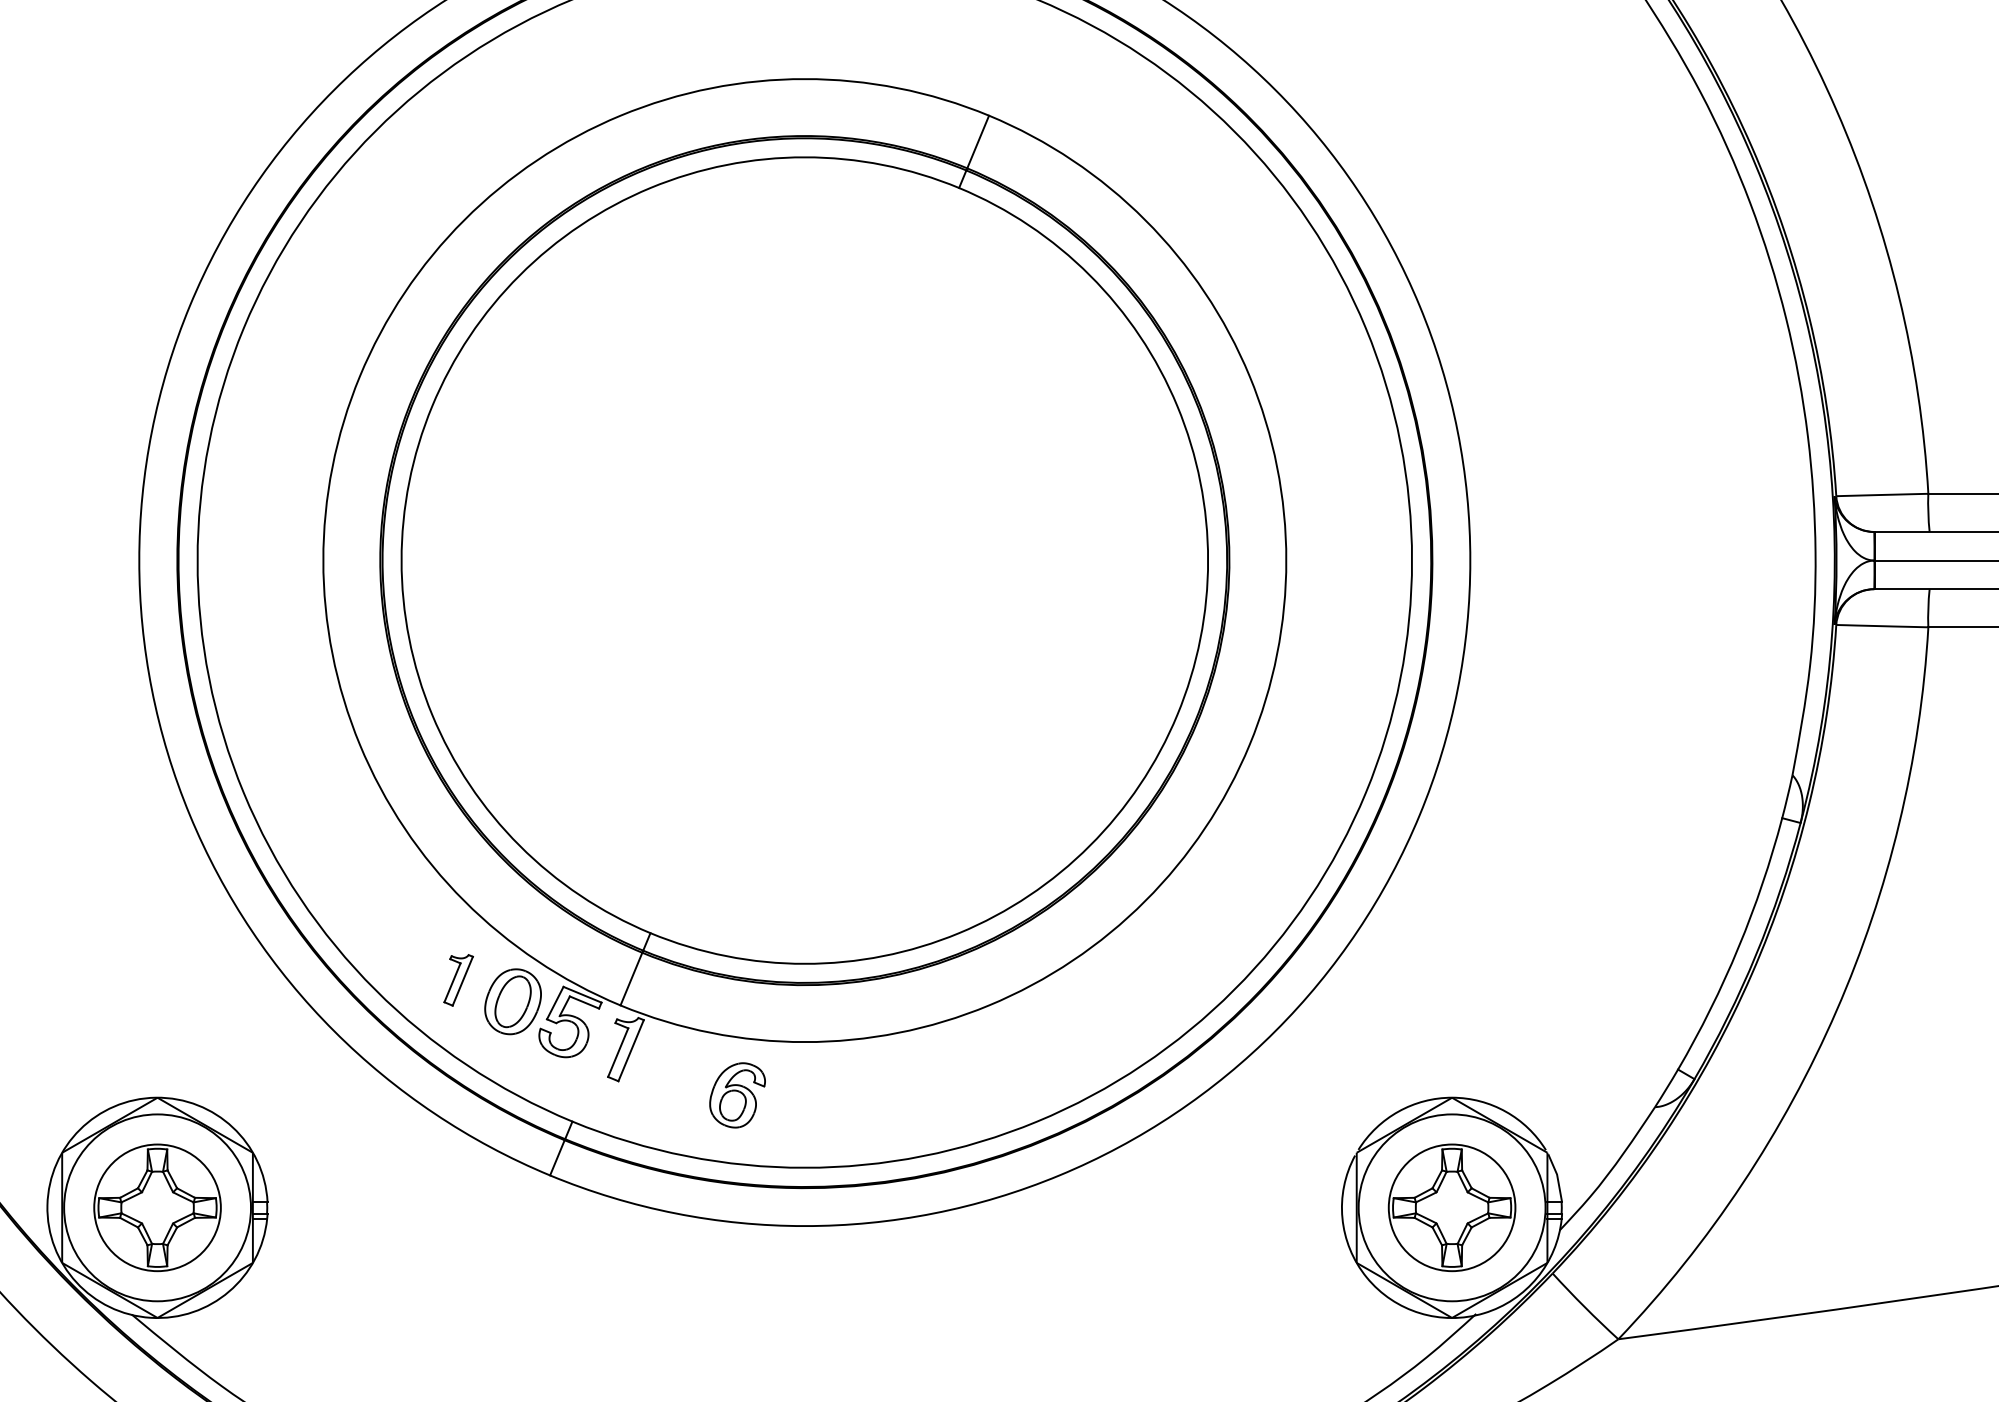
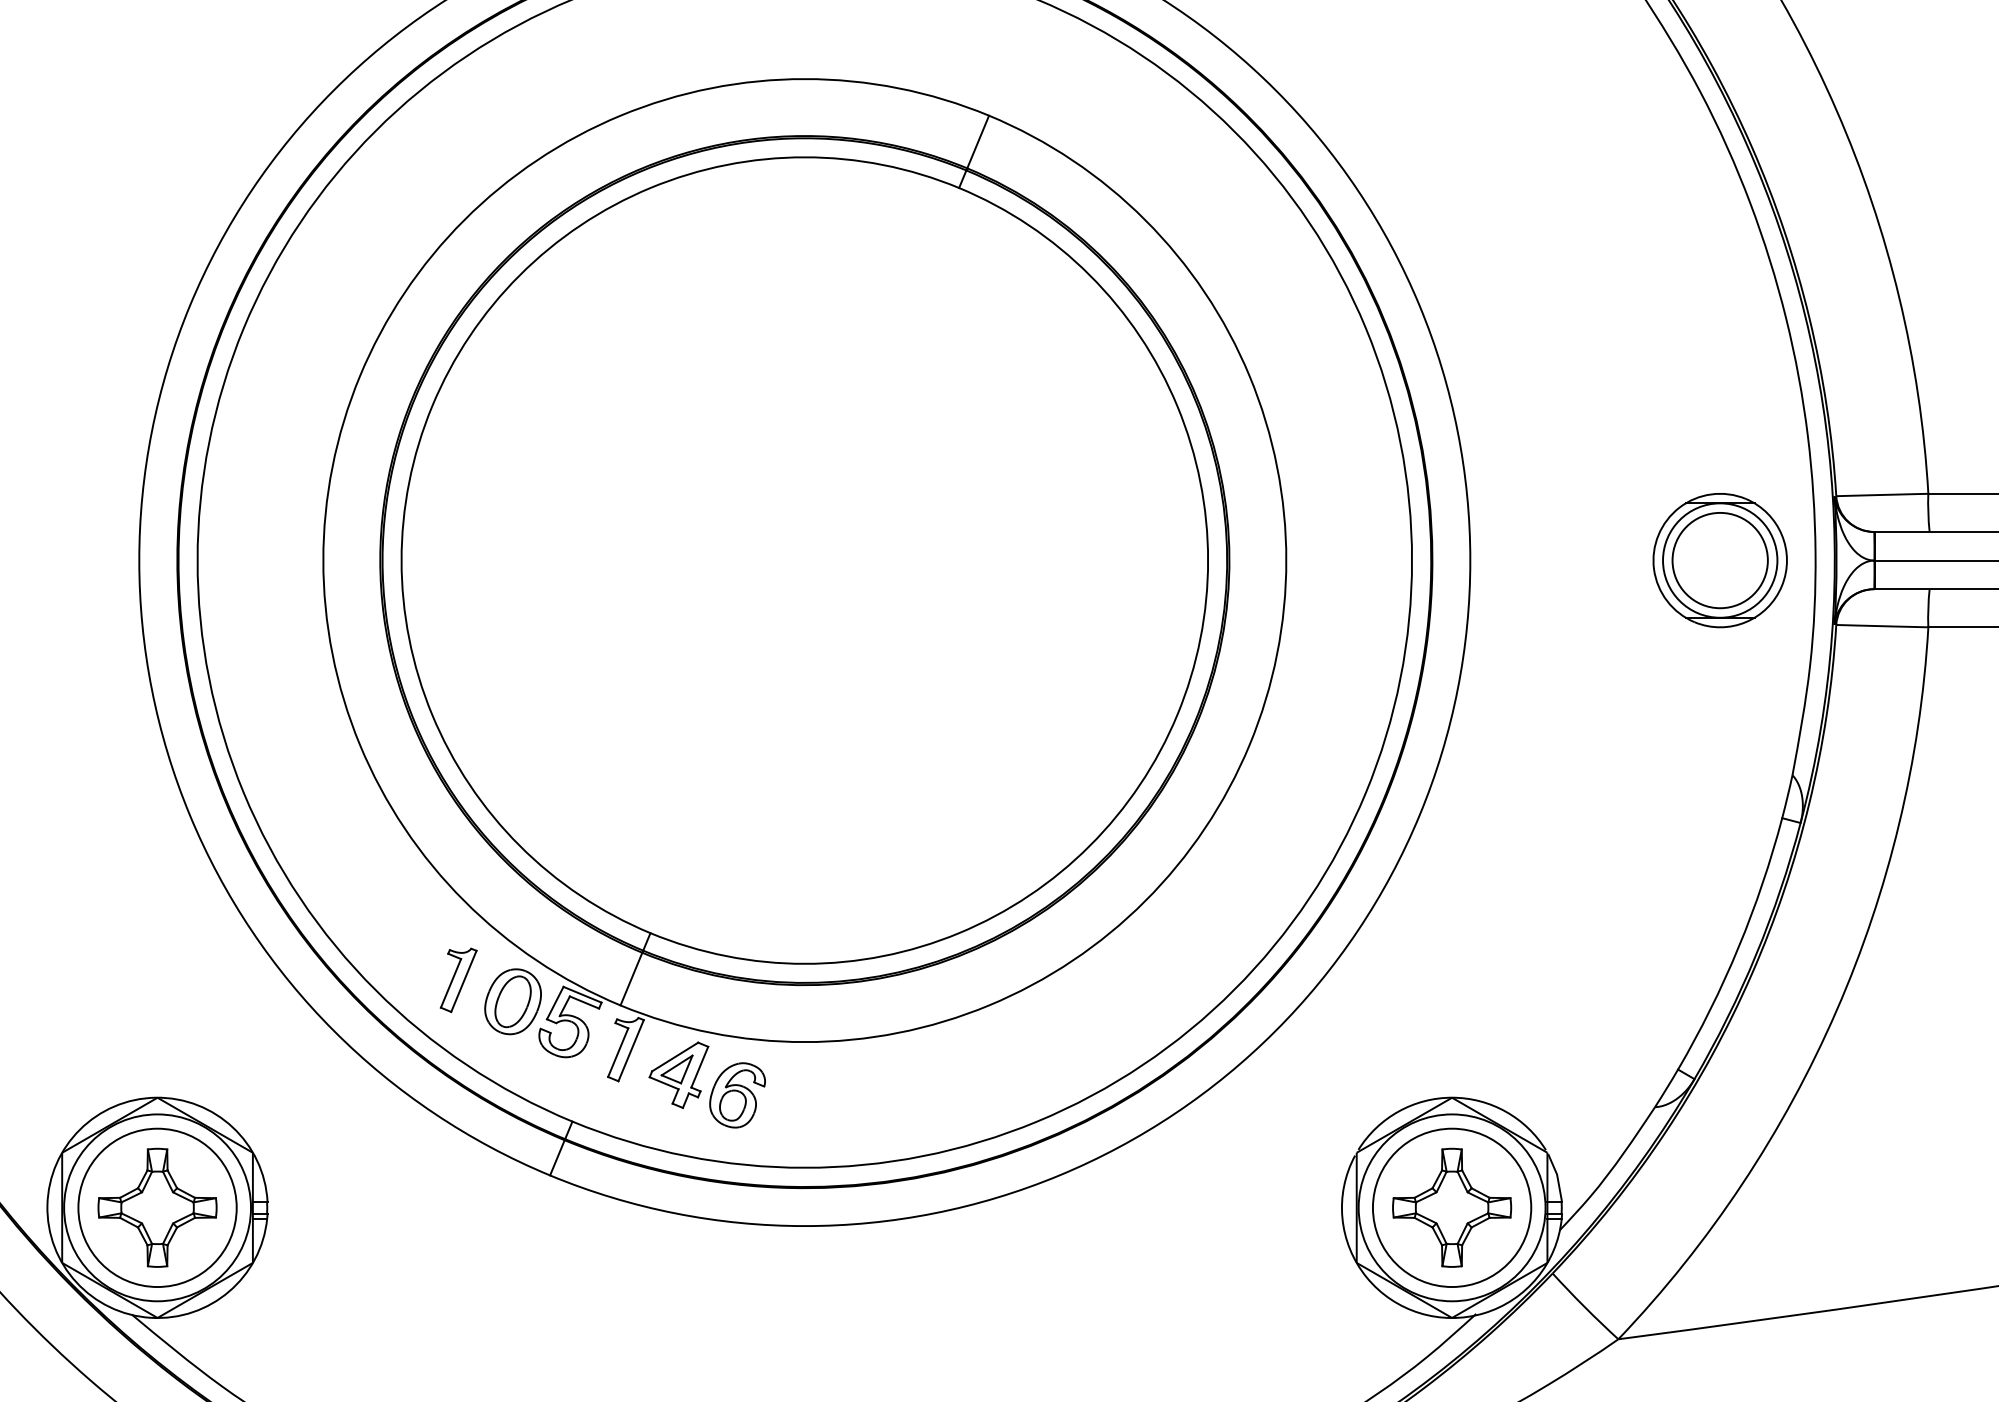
part at (1719, 560): none -> present
part at (458, 980) size: 31x53 px -> 39x67 px
part at (678, 1074): none -> present
circle at (157, 1207) diameter: 127 px -> 158 px
circle at (1451, 1207) diameter: 127 px -> 158 px
